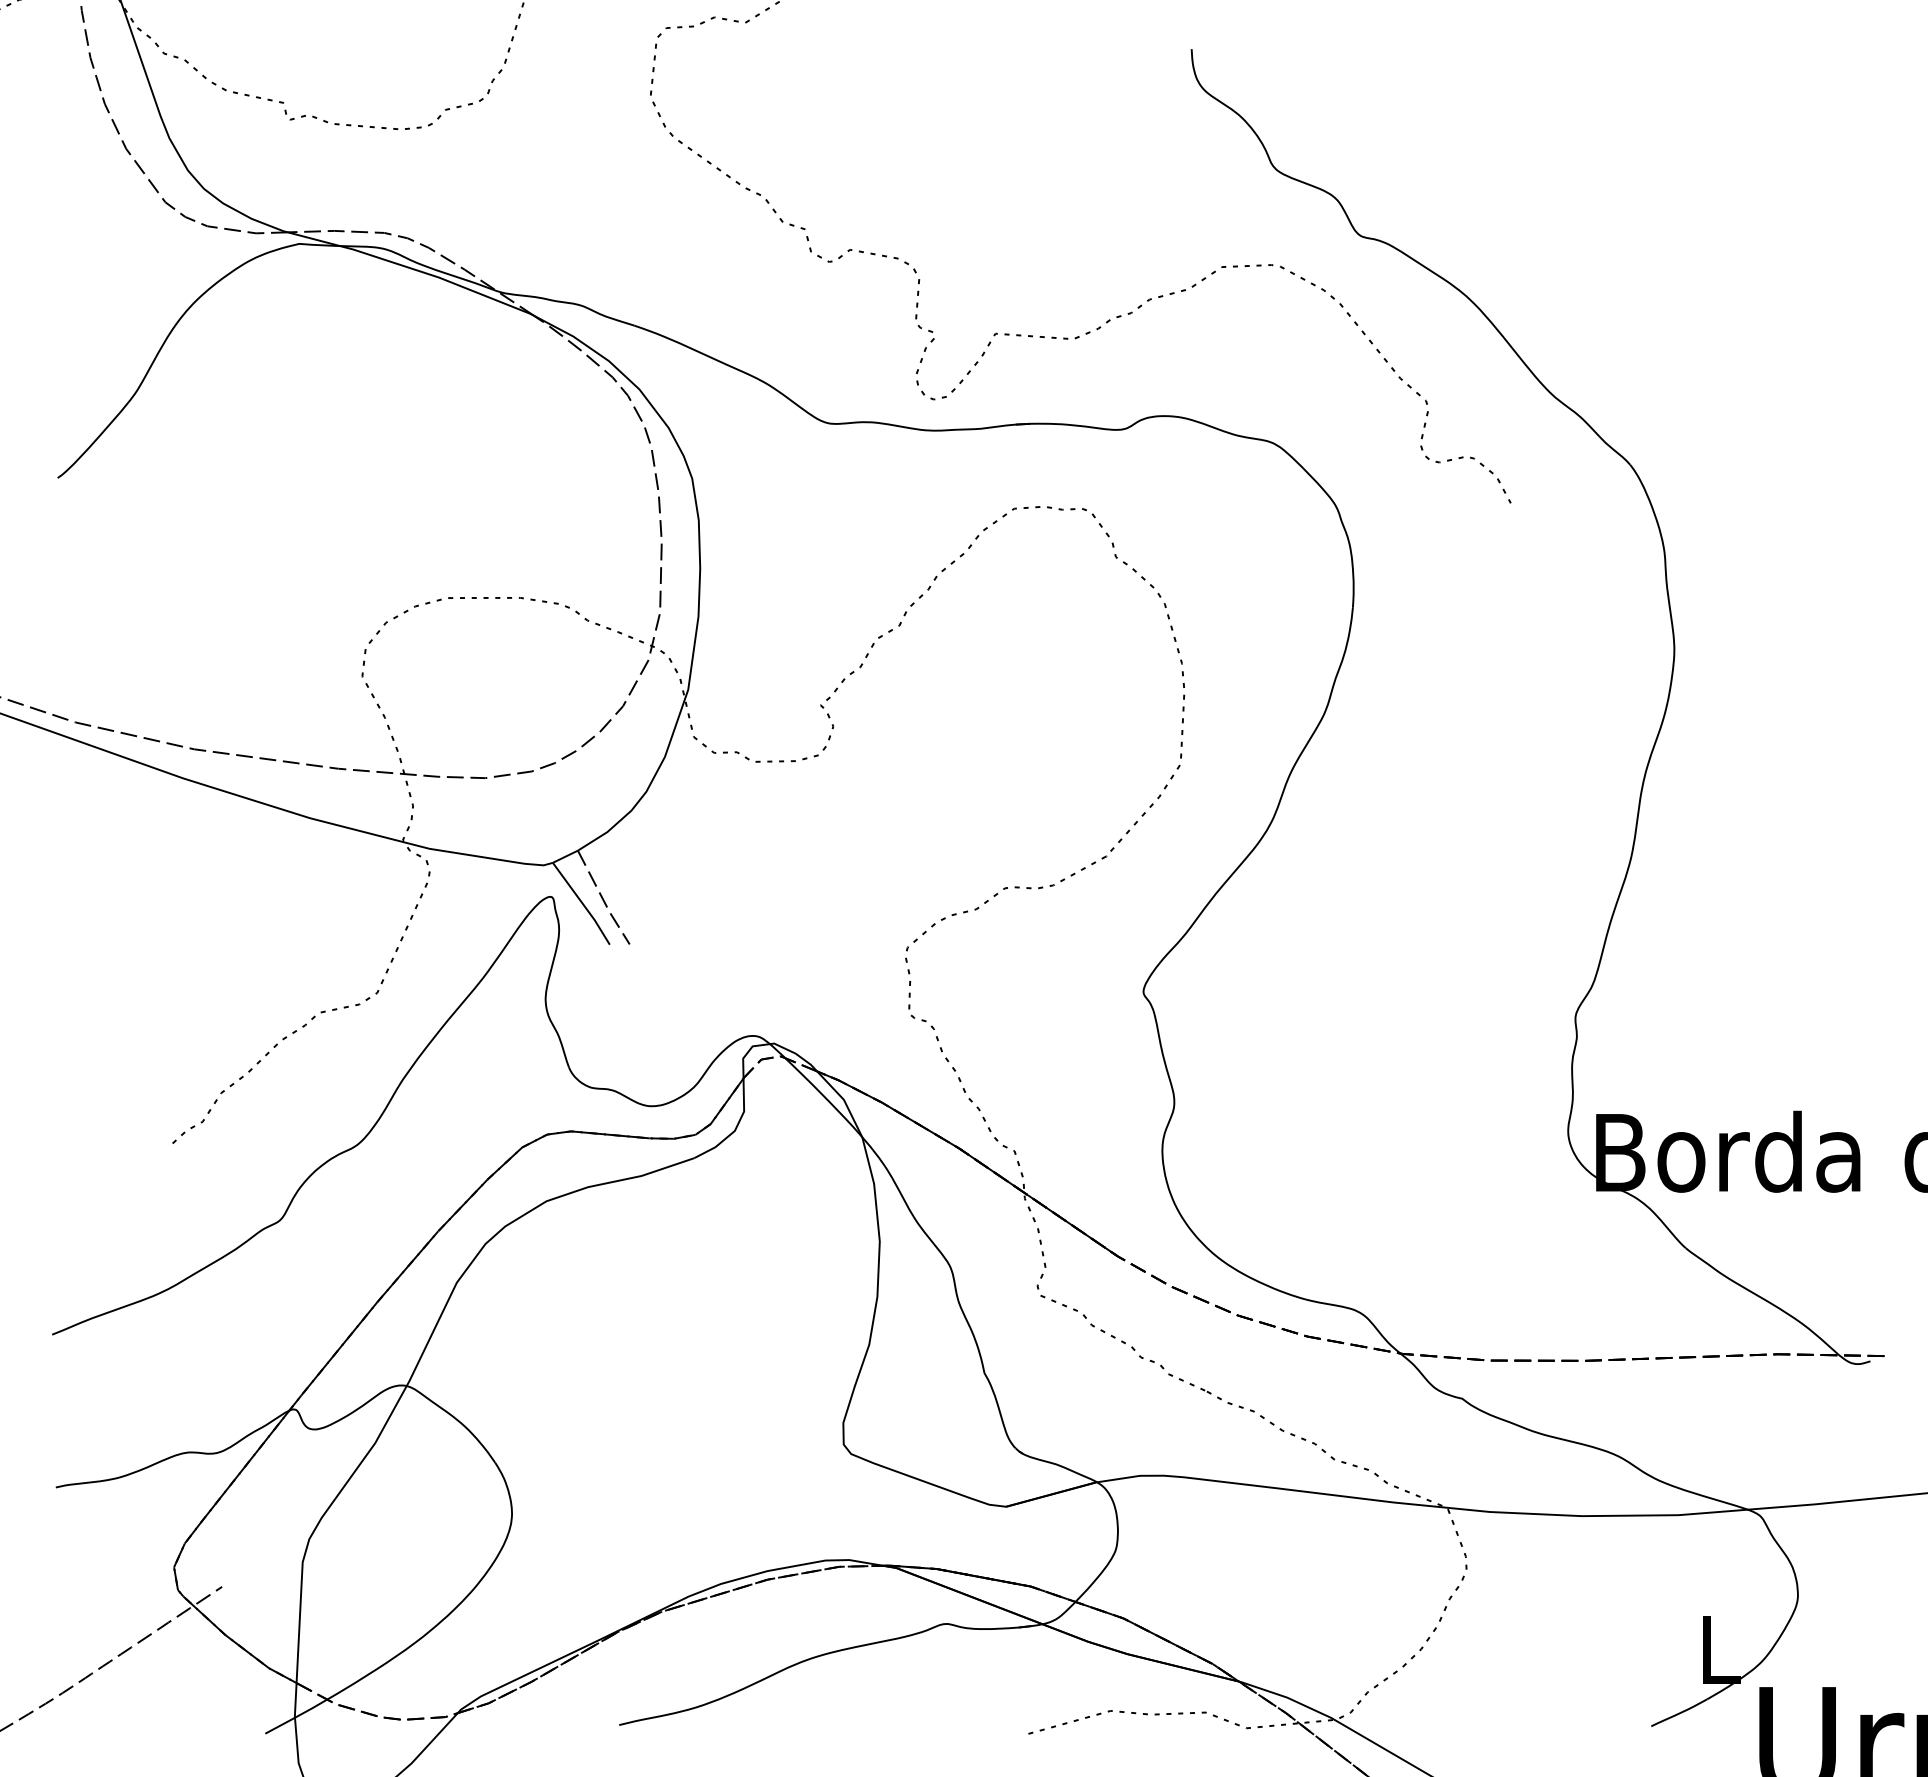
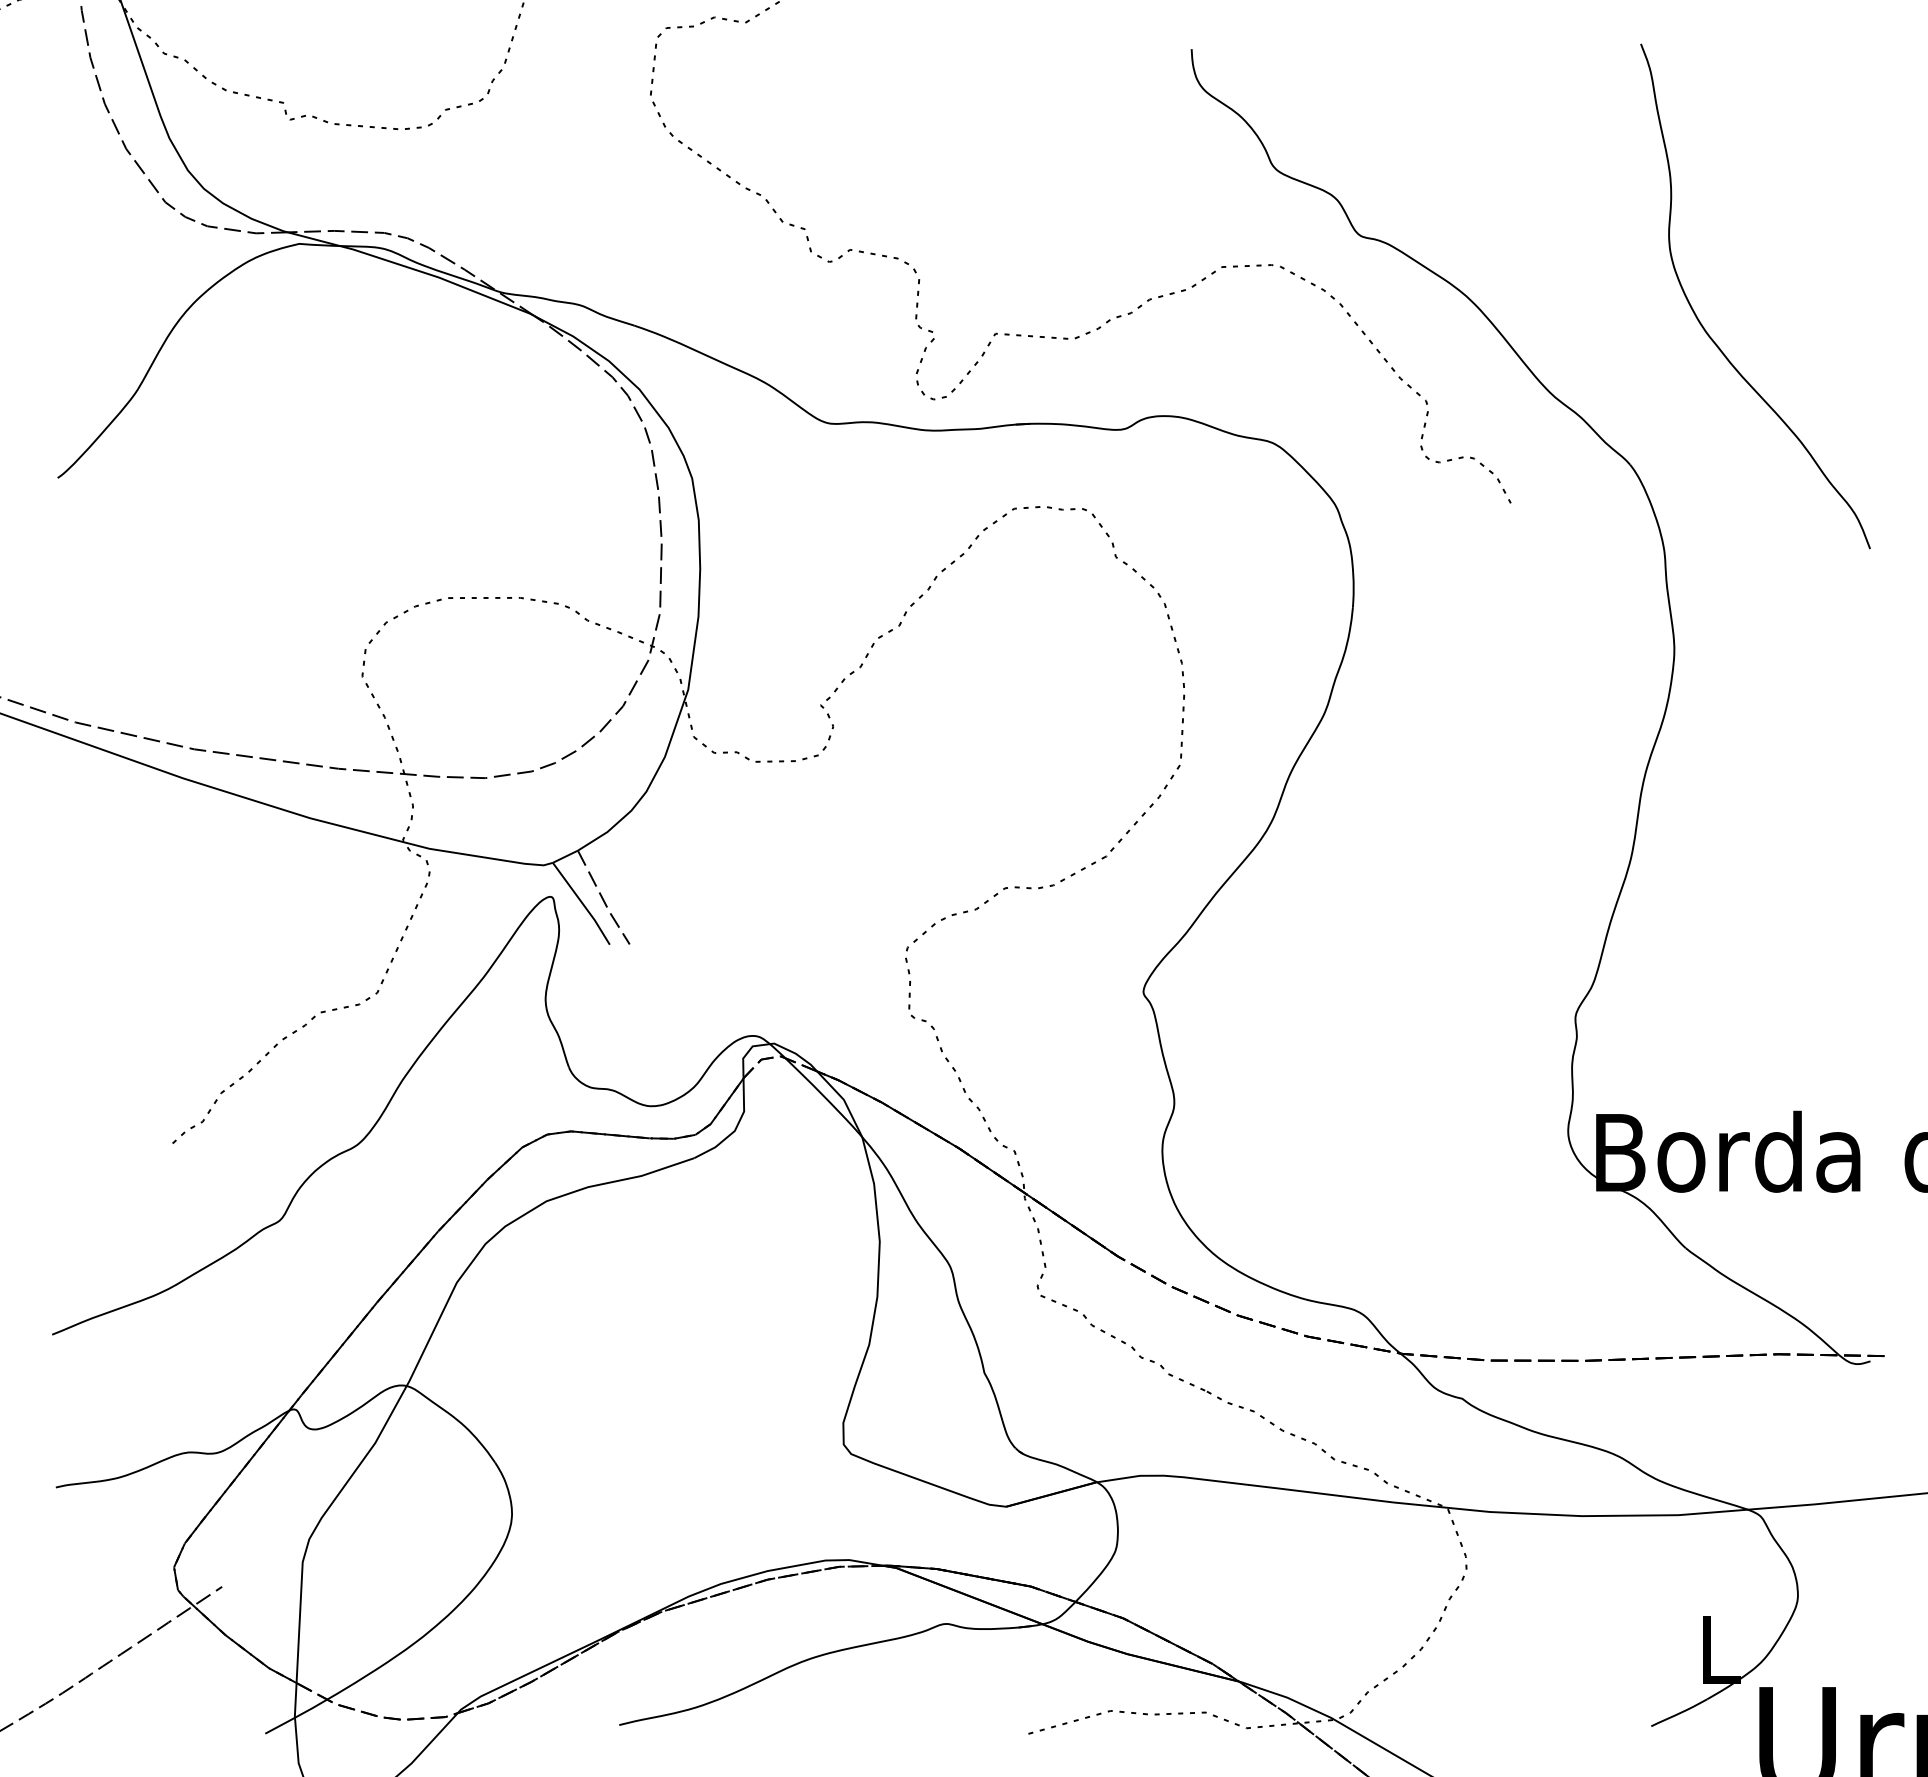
curve at (1706, 330): none -> present
